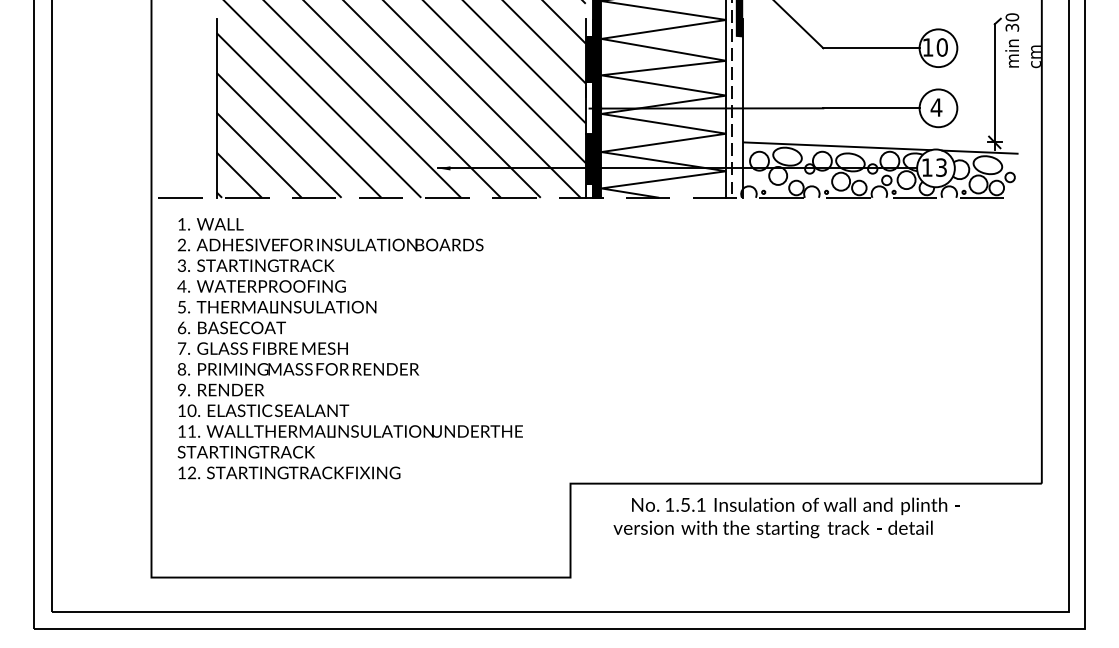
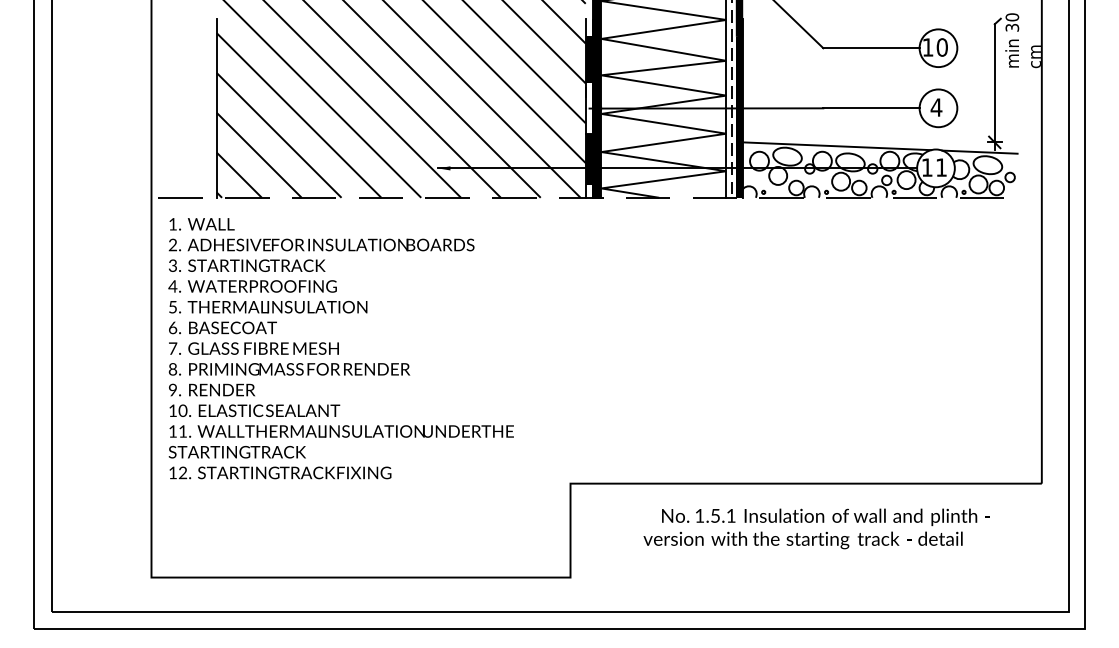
fill at (739, 116): none -> present
text at (941, 167): 13 -> 11
text at (349, 348) position: (349, 348) -> (340, 348)
text at (786, 517) position: (786, 517) -> (816, 528)
